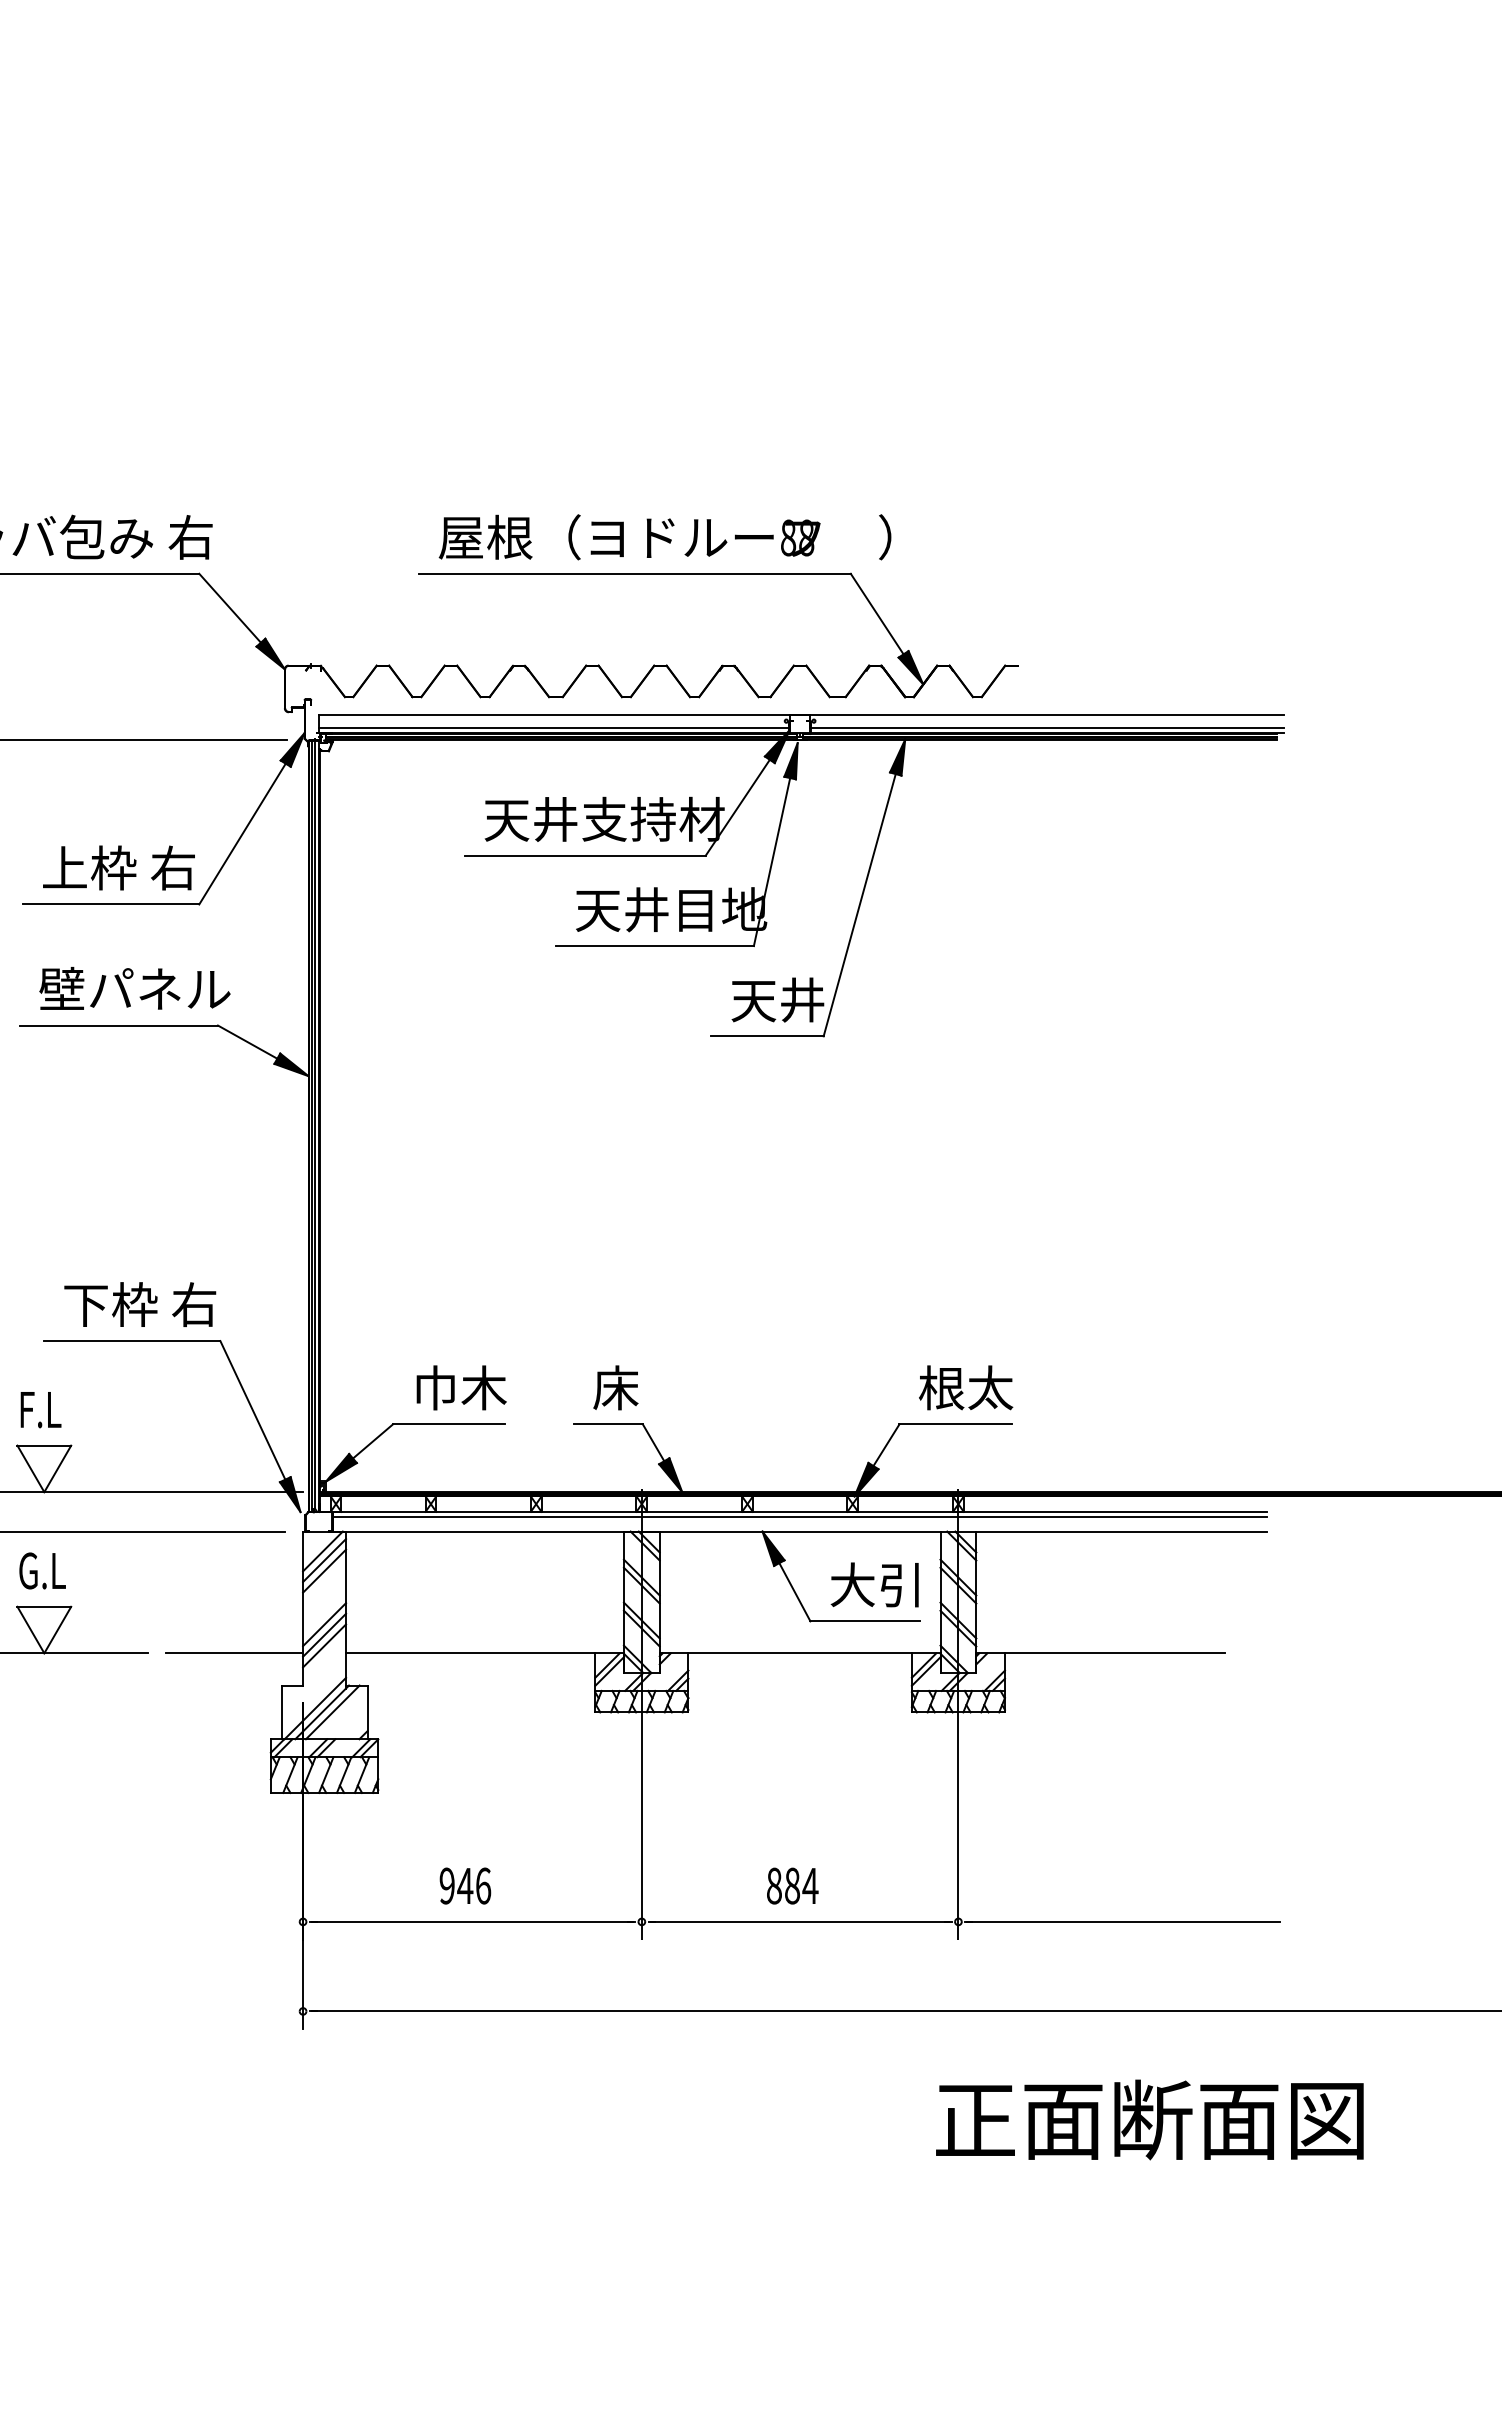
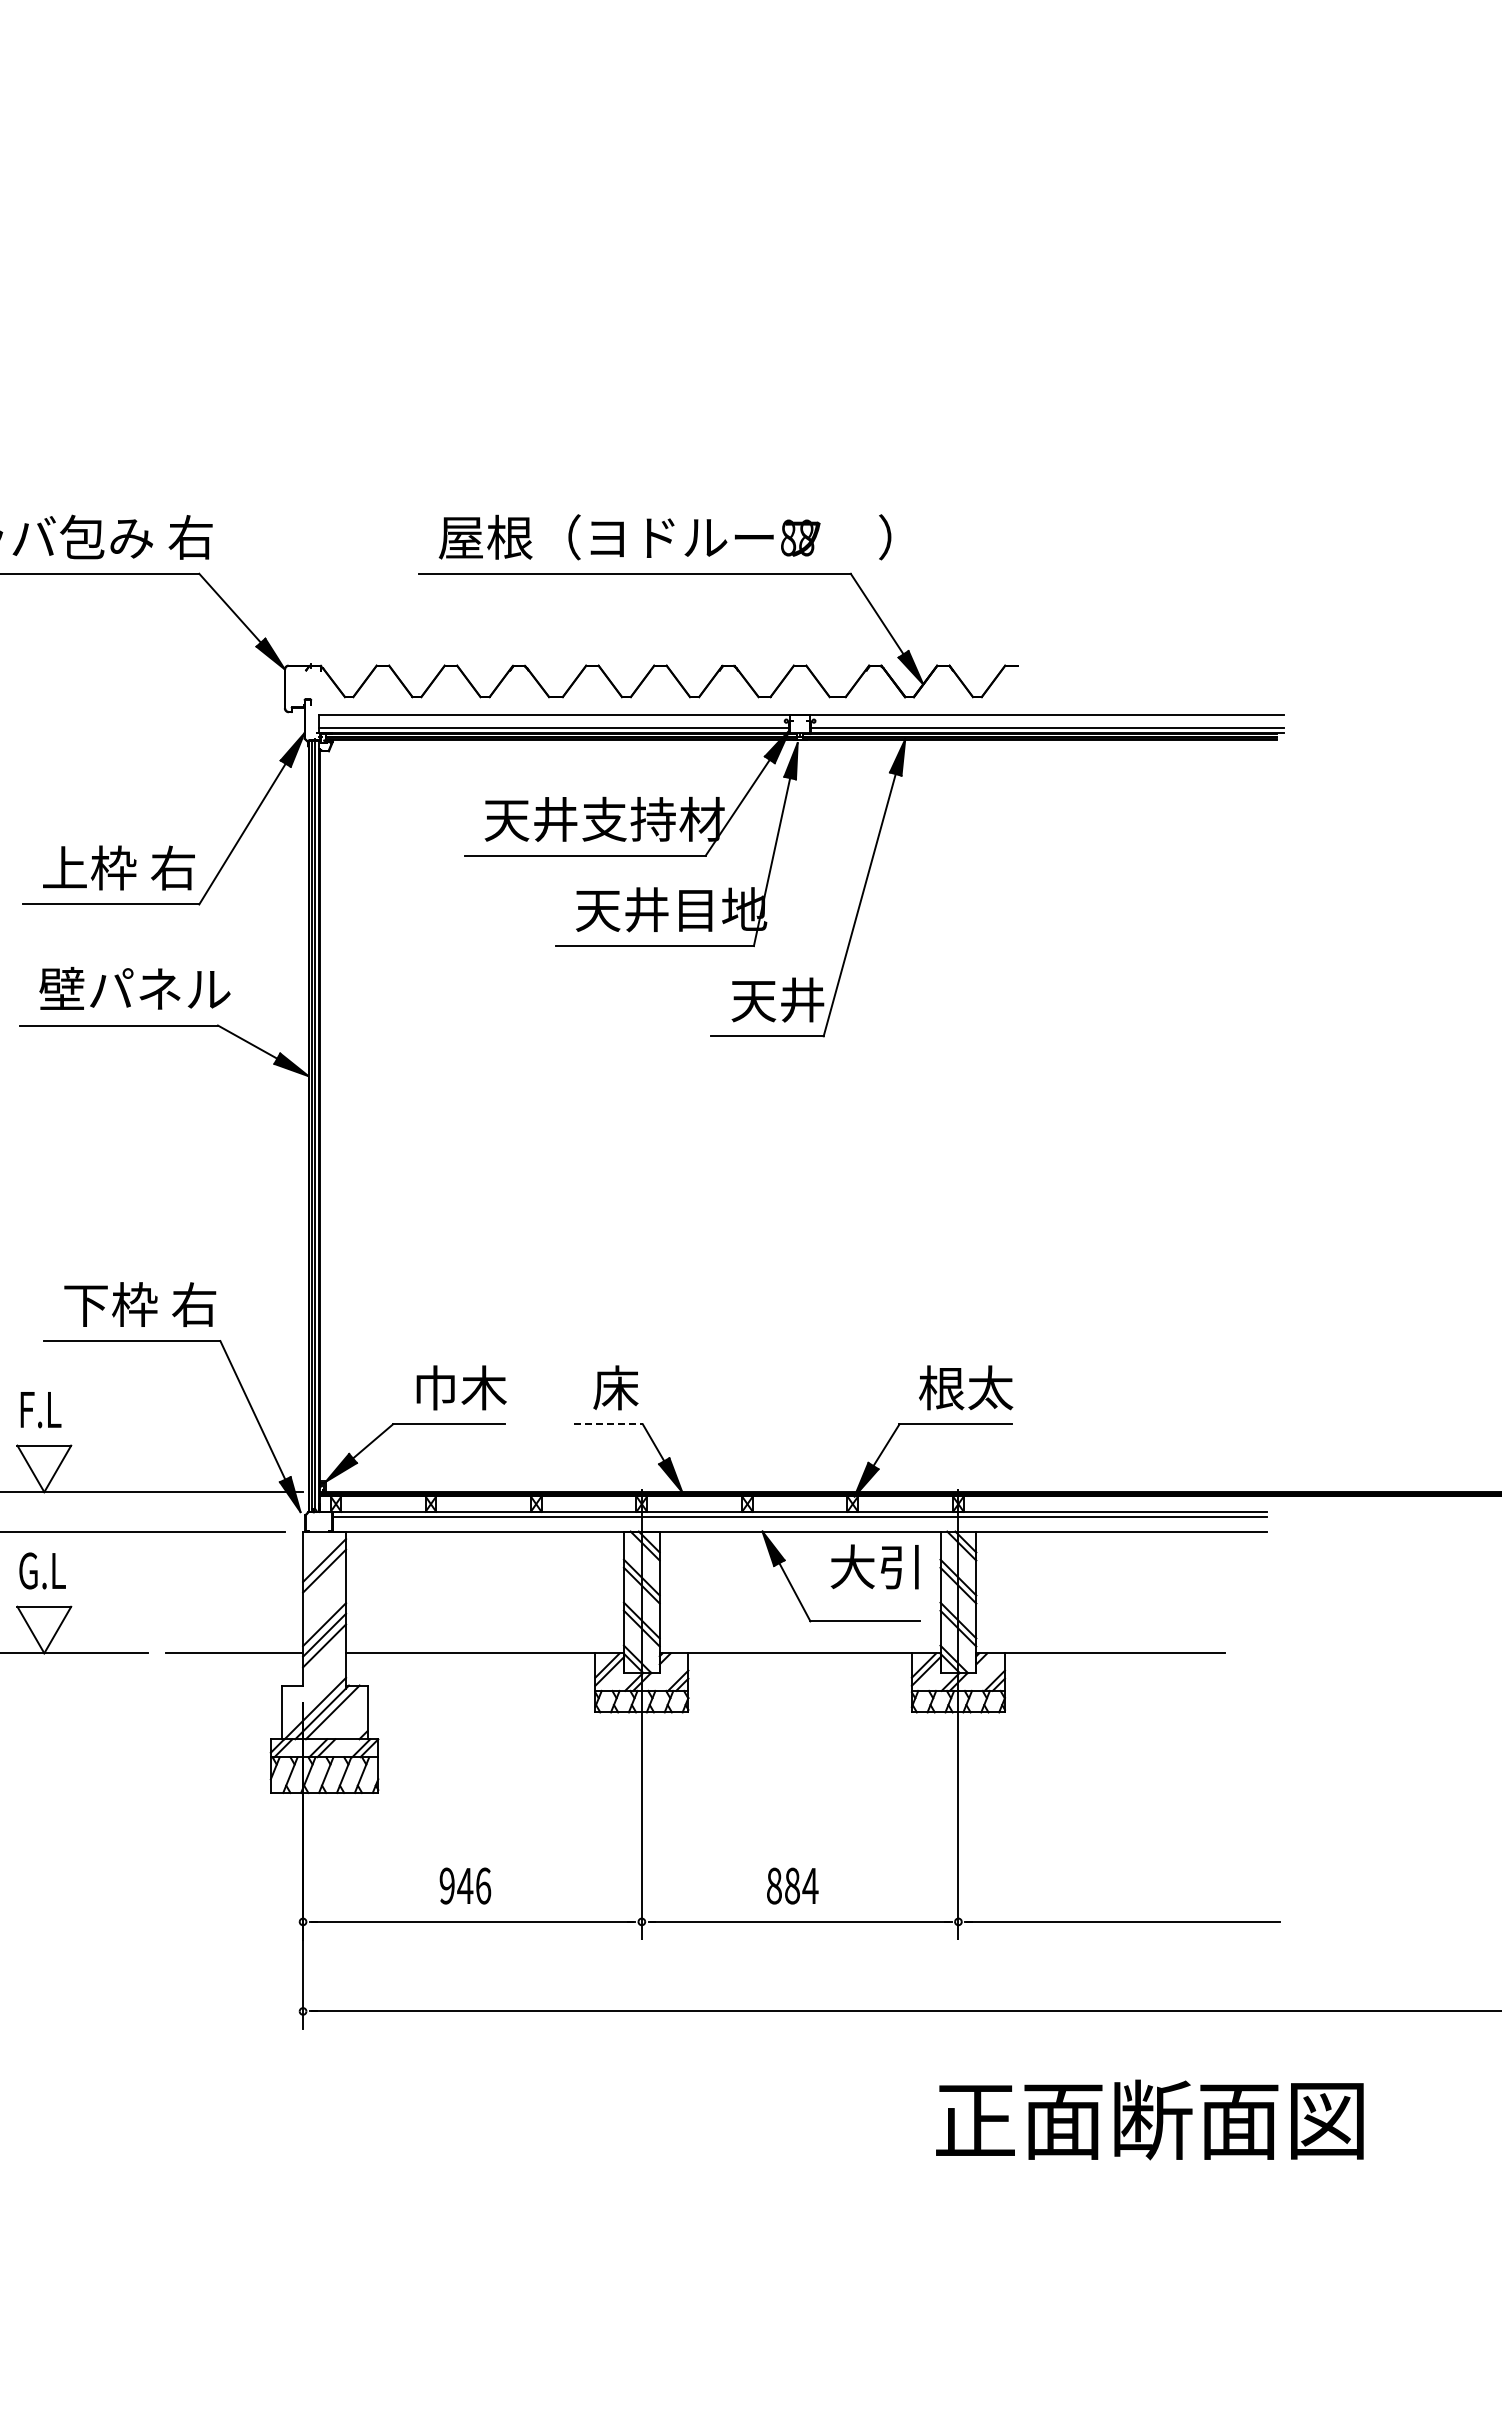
line at (144, 740): present -> none
line at (608, 1424): solid -> dashed
line at (322, 1551): present -> none
text at (874, 1584) position: (874, 1584) -> (874, 1566)
